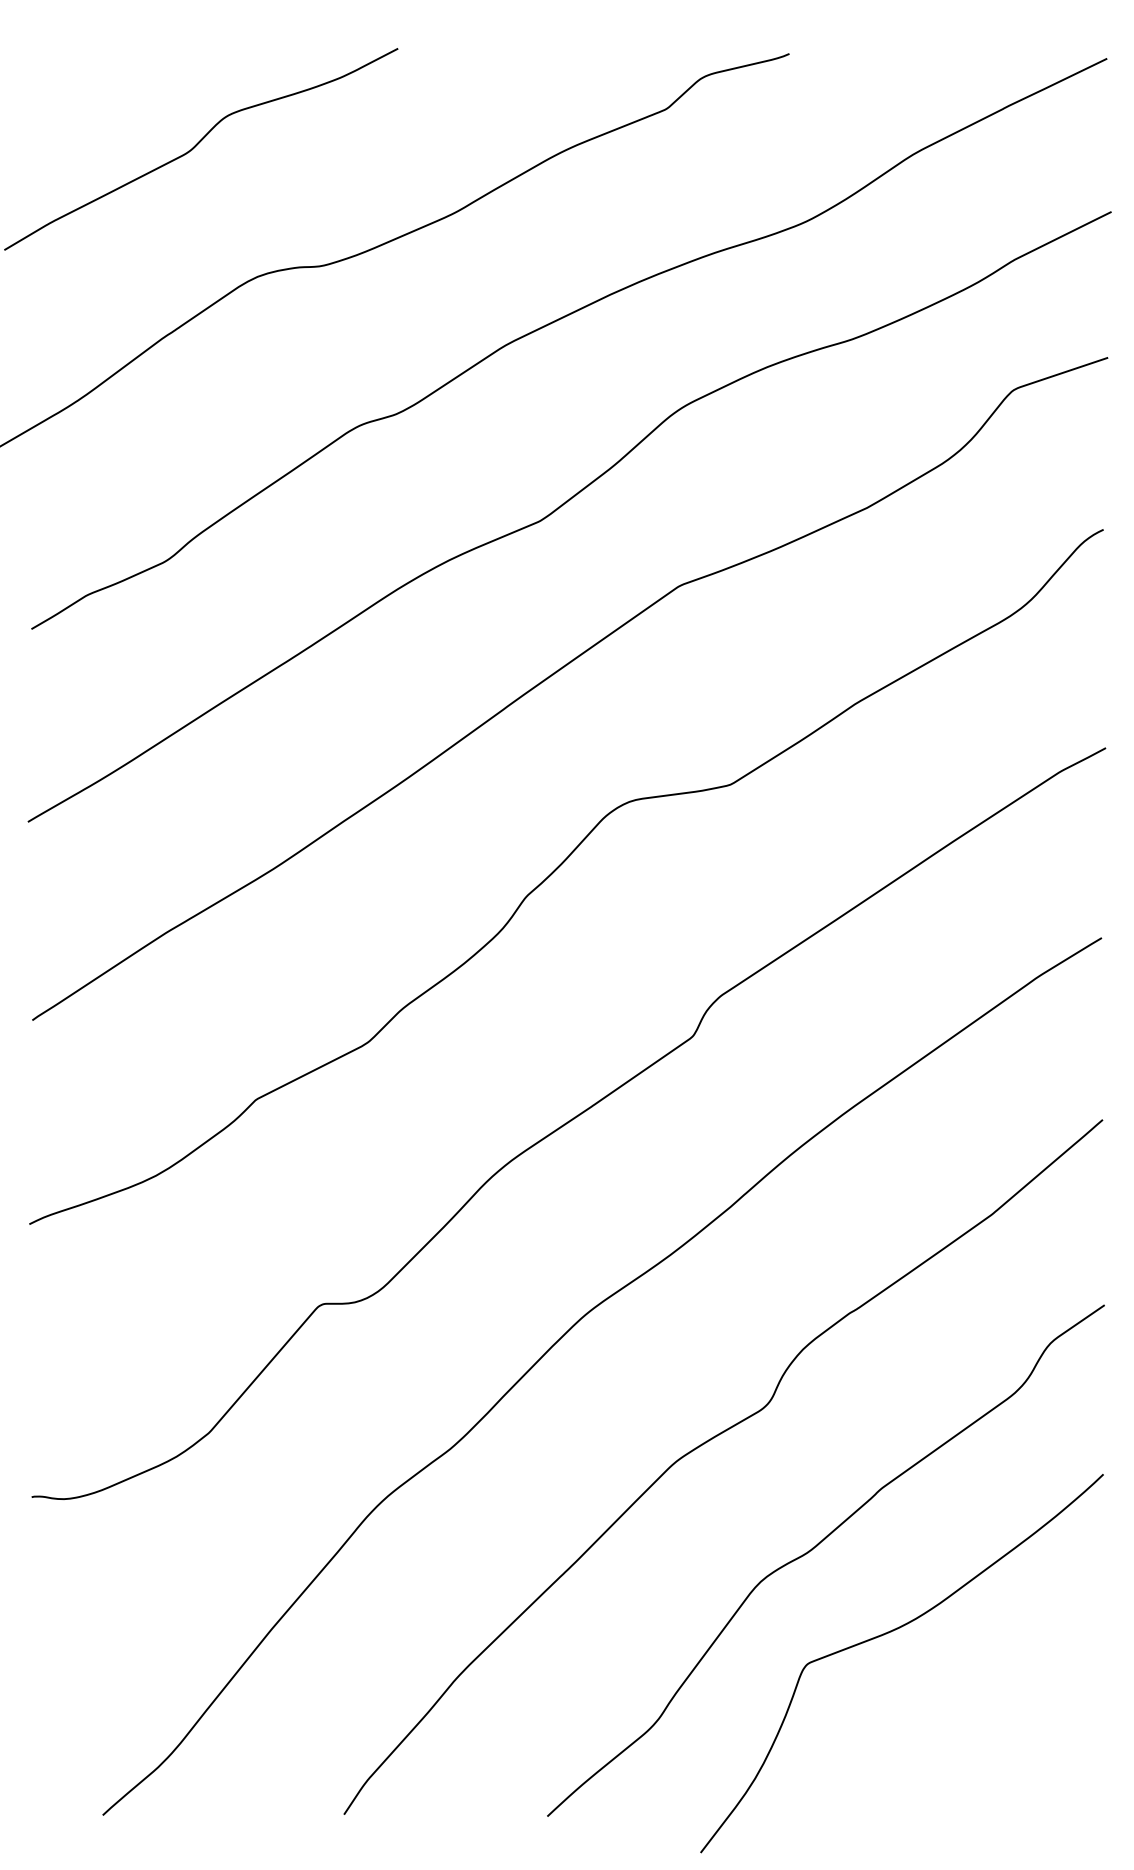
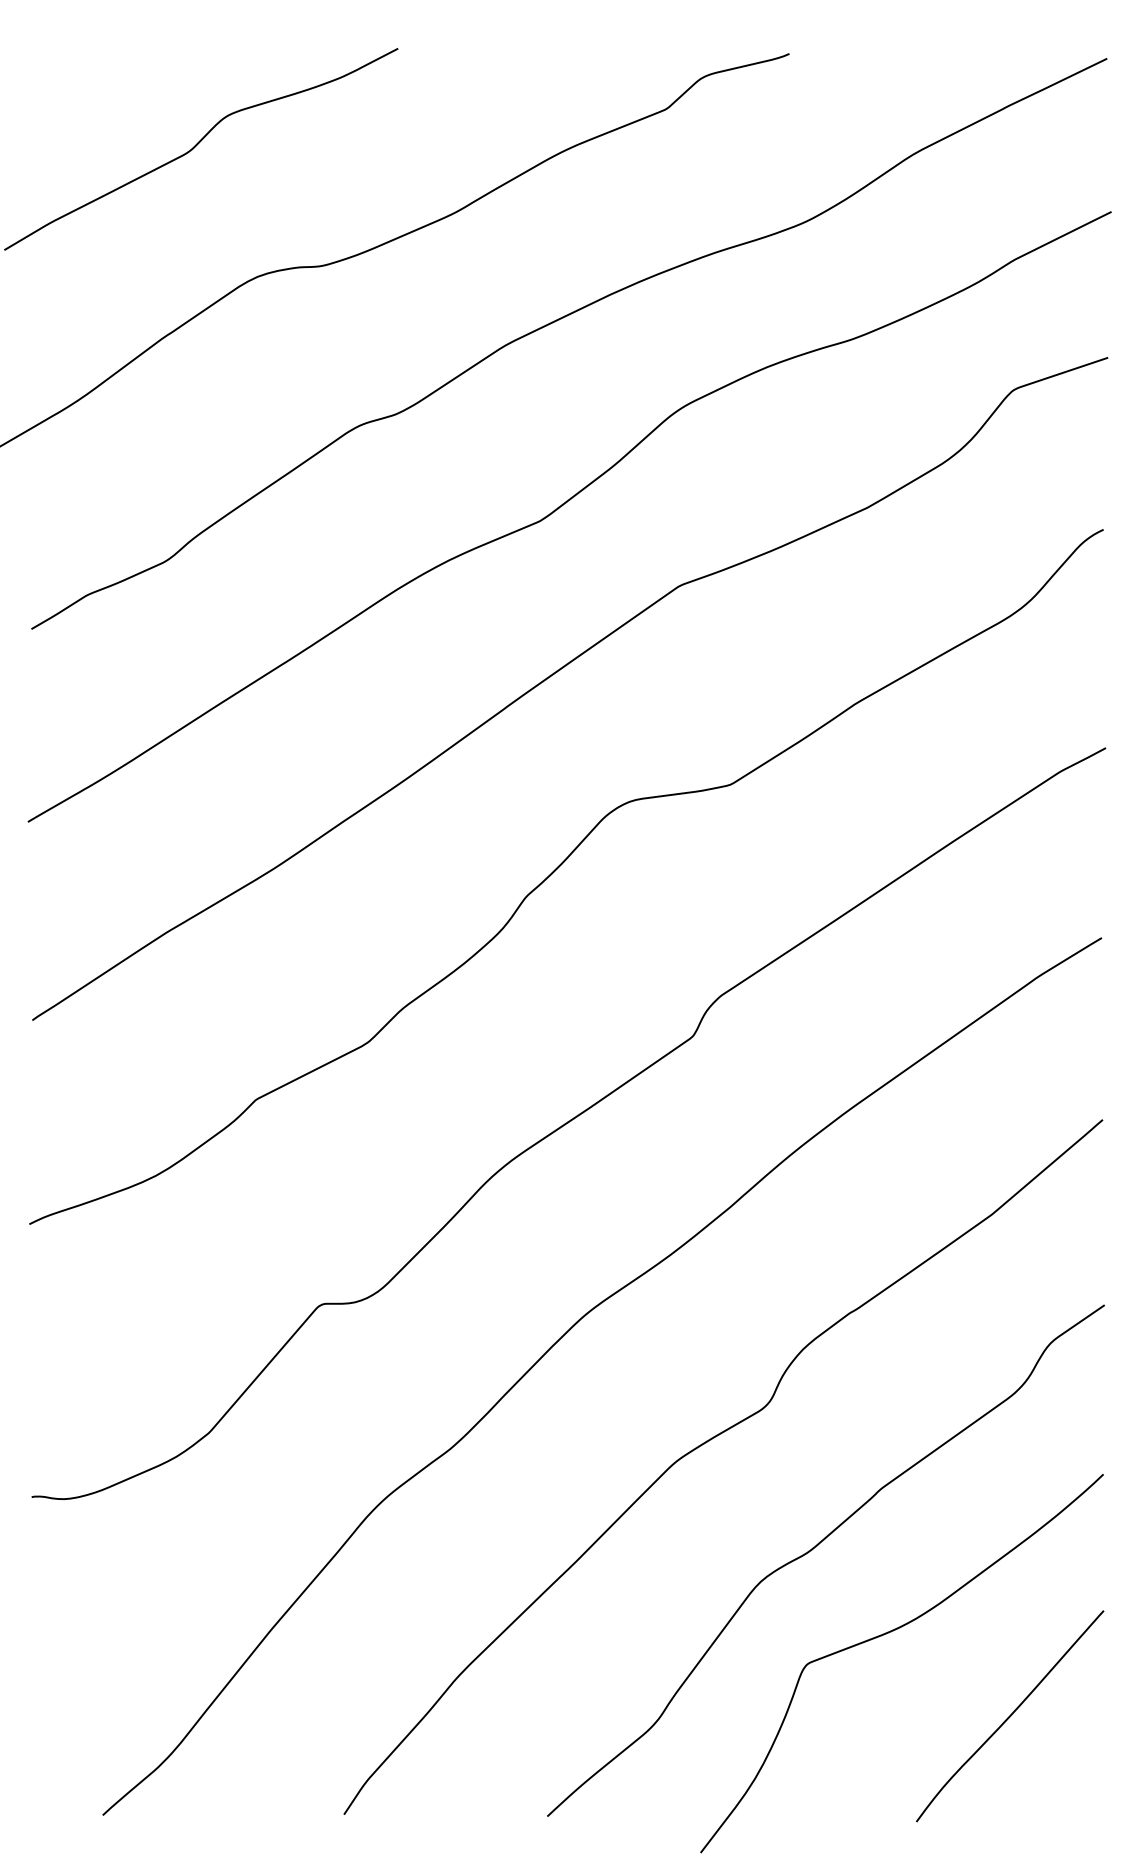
curve at (1010, 1716): none -> present
